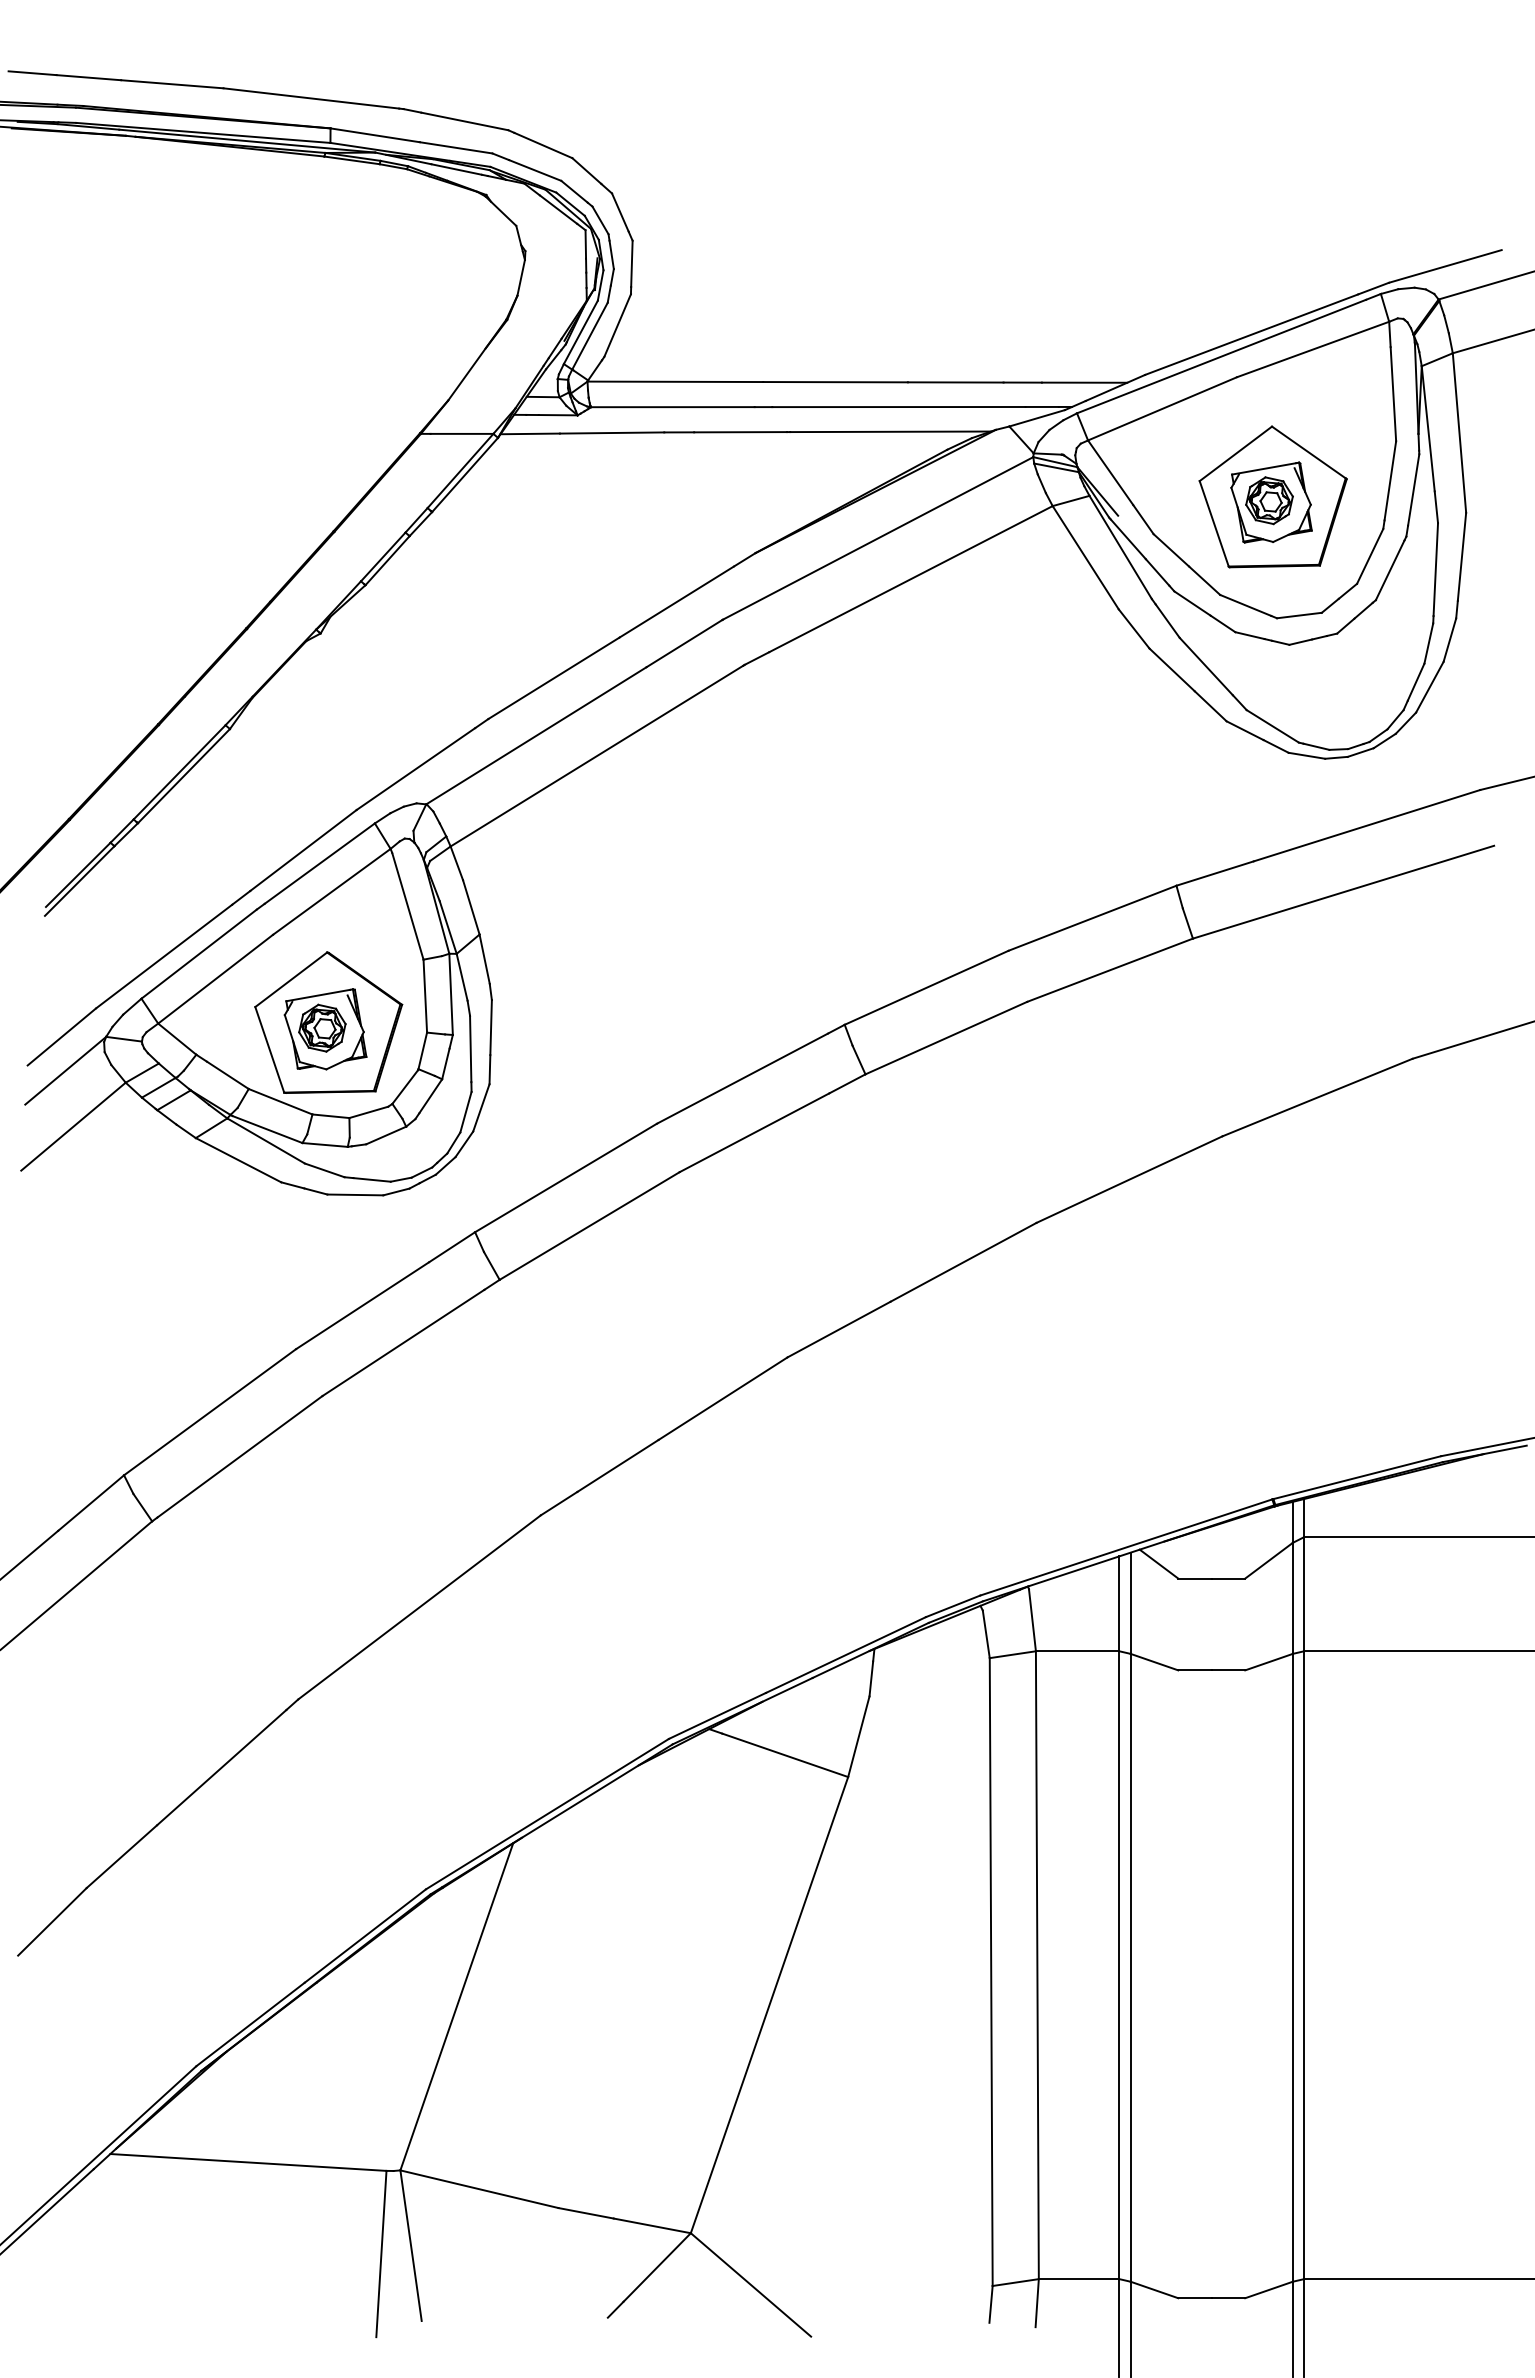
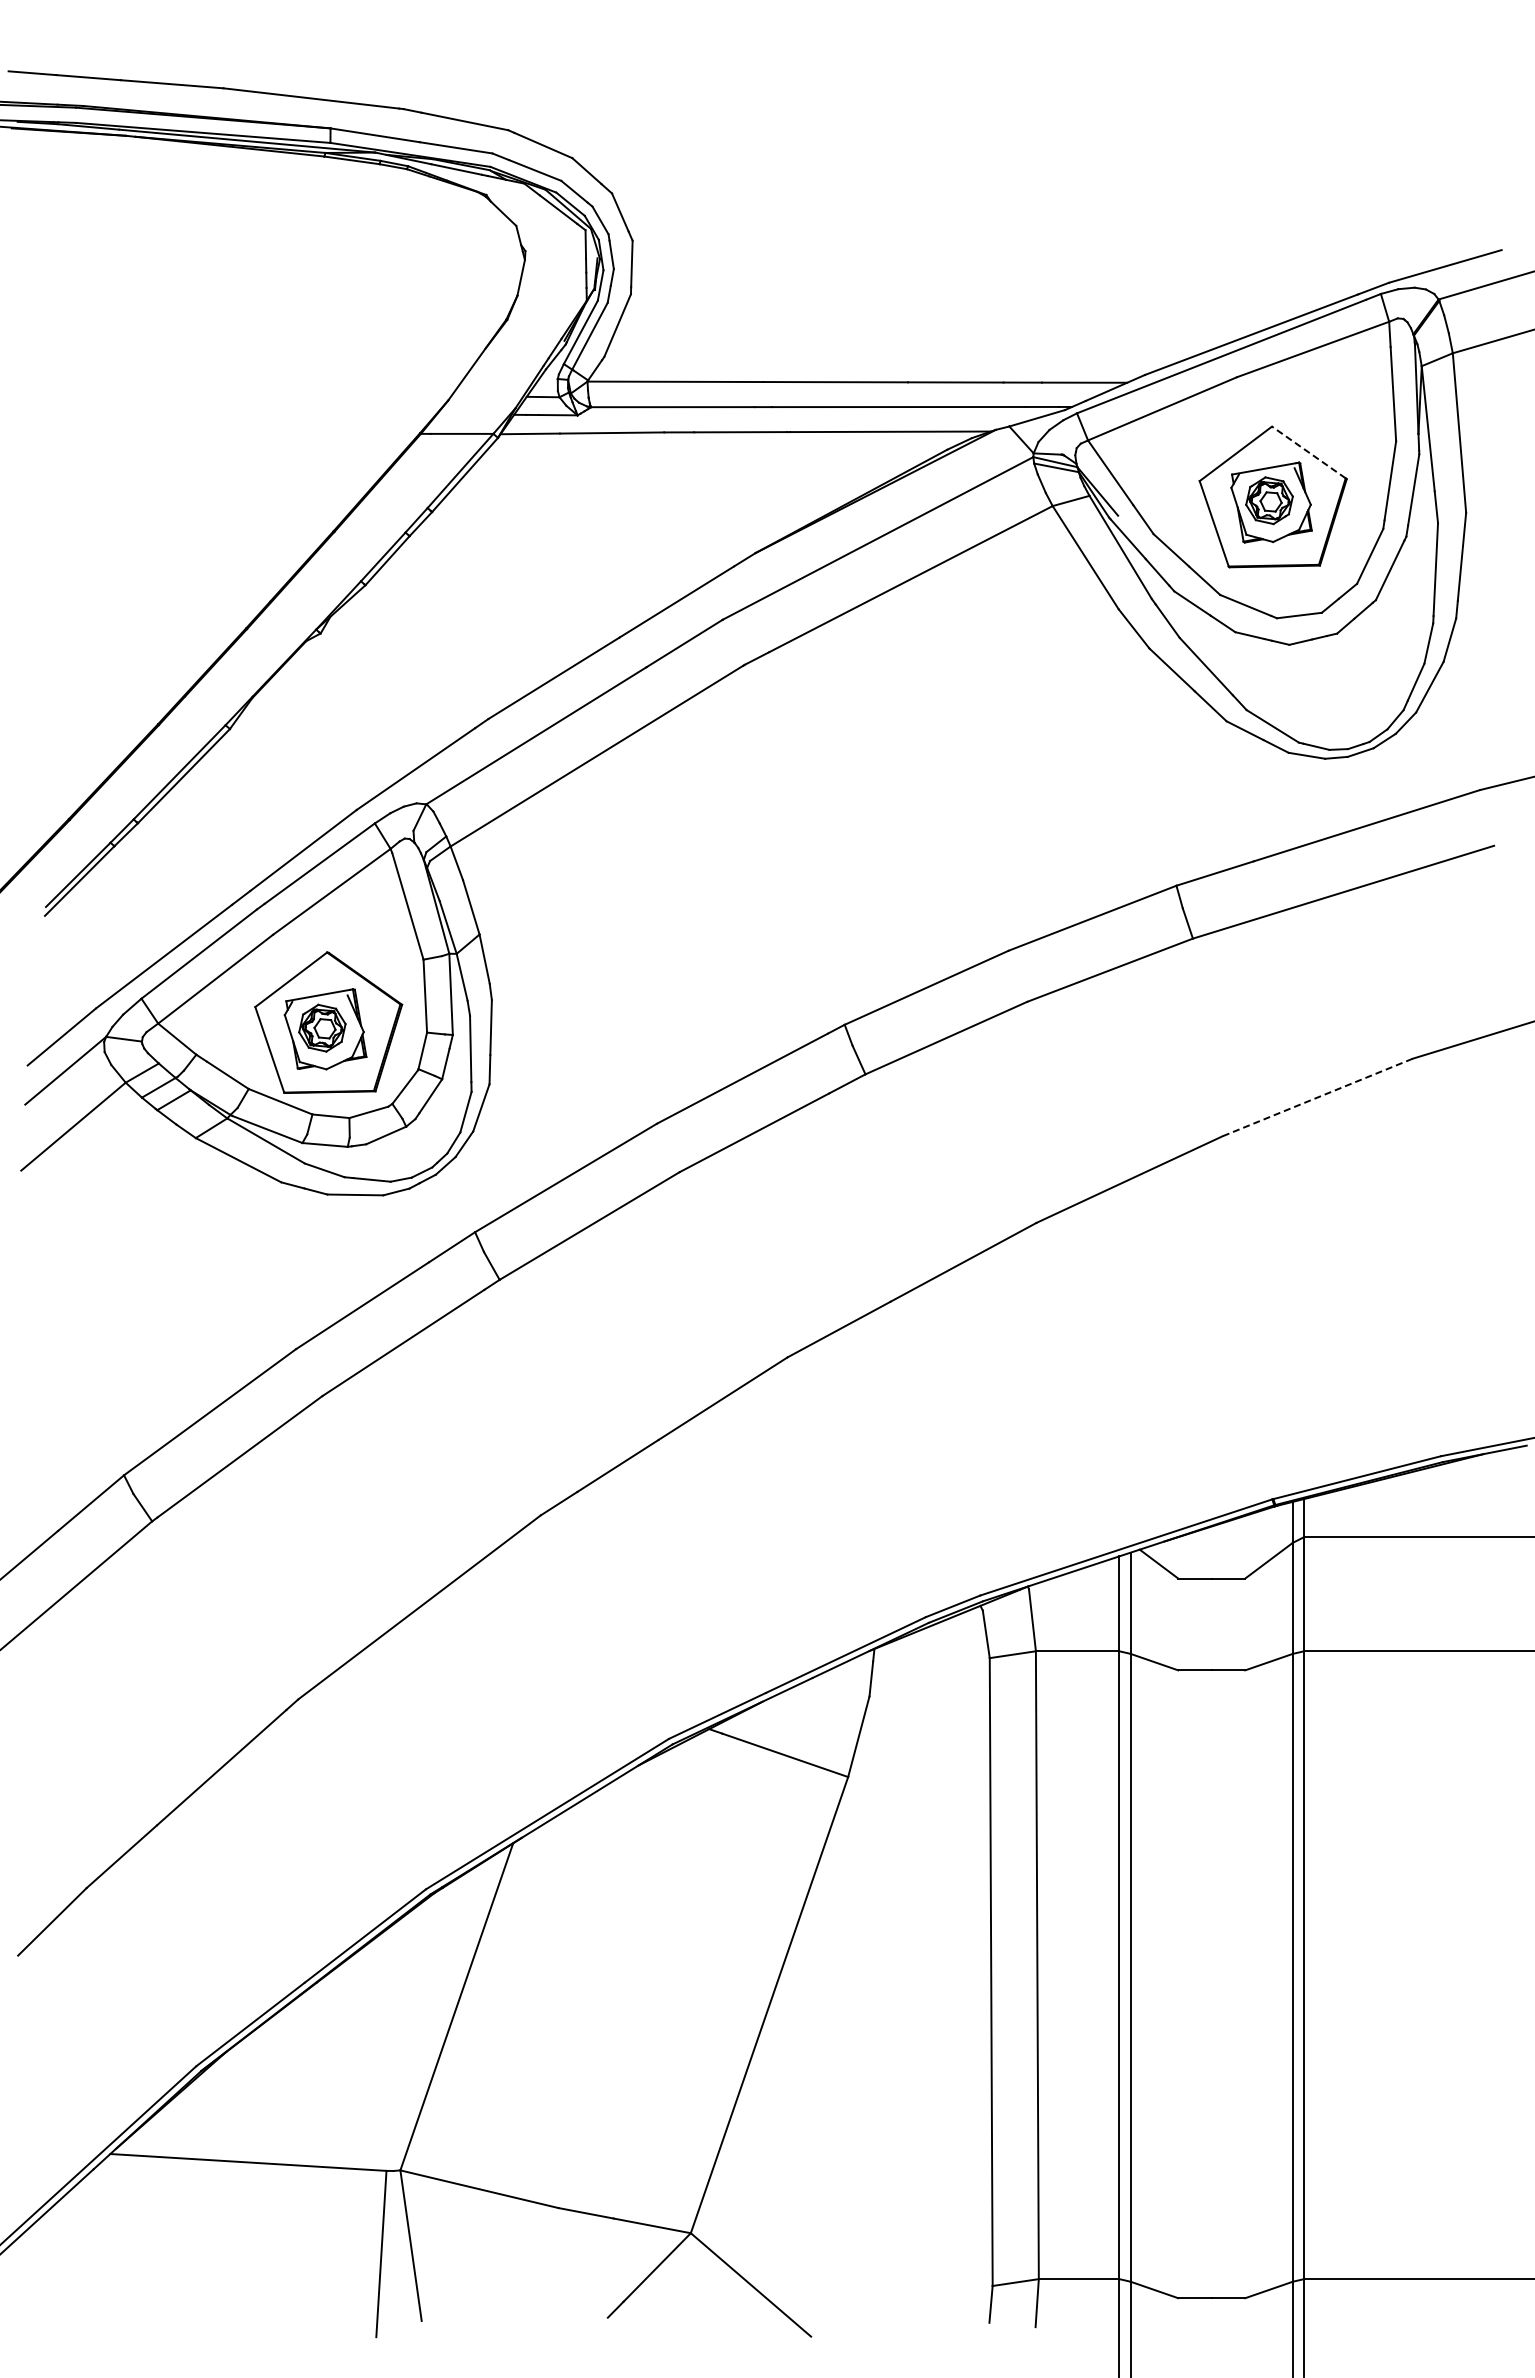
line at (1308, 452): solid -> dashed
line at (1317, 1097): solid -> dashed
